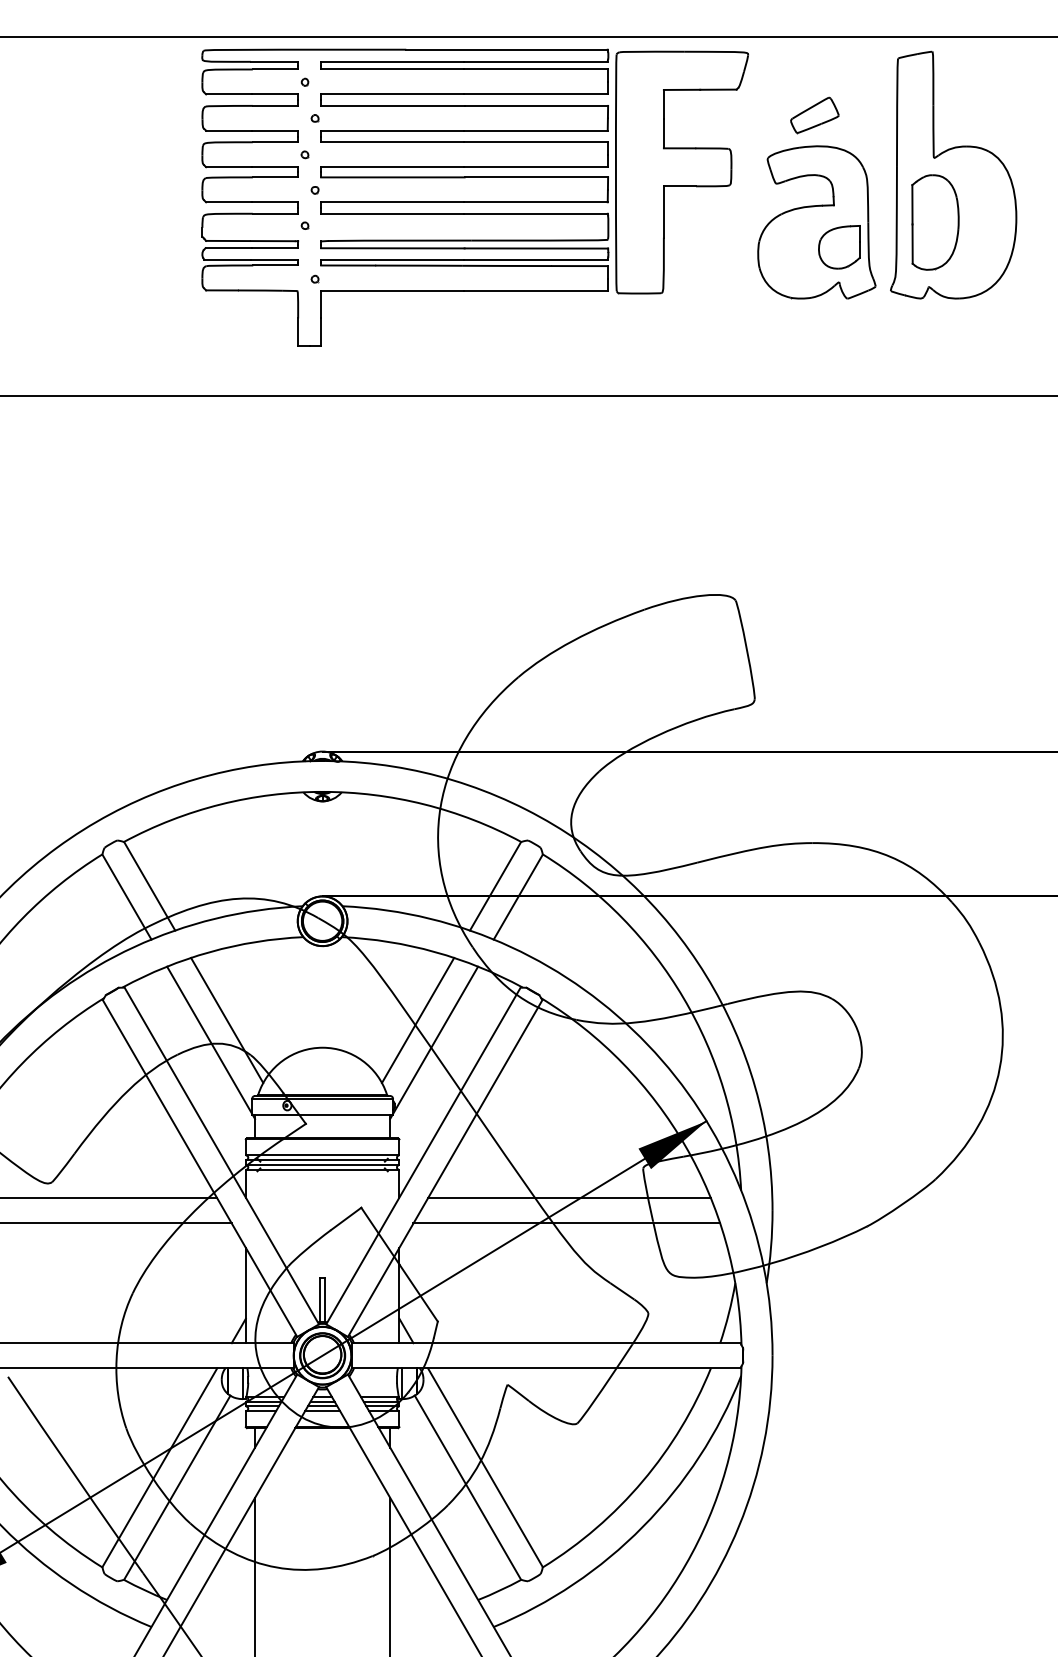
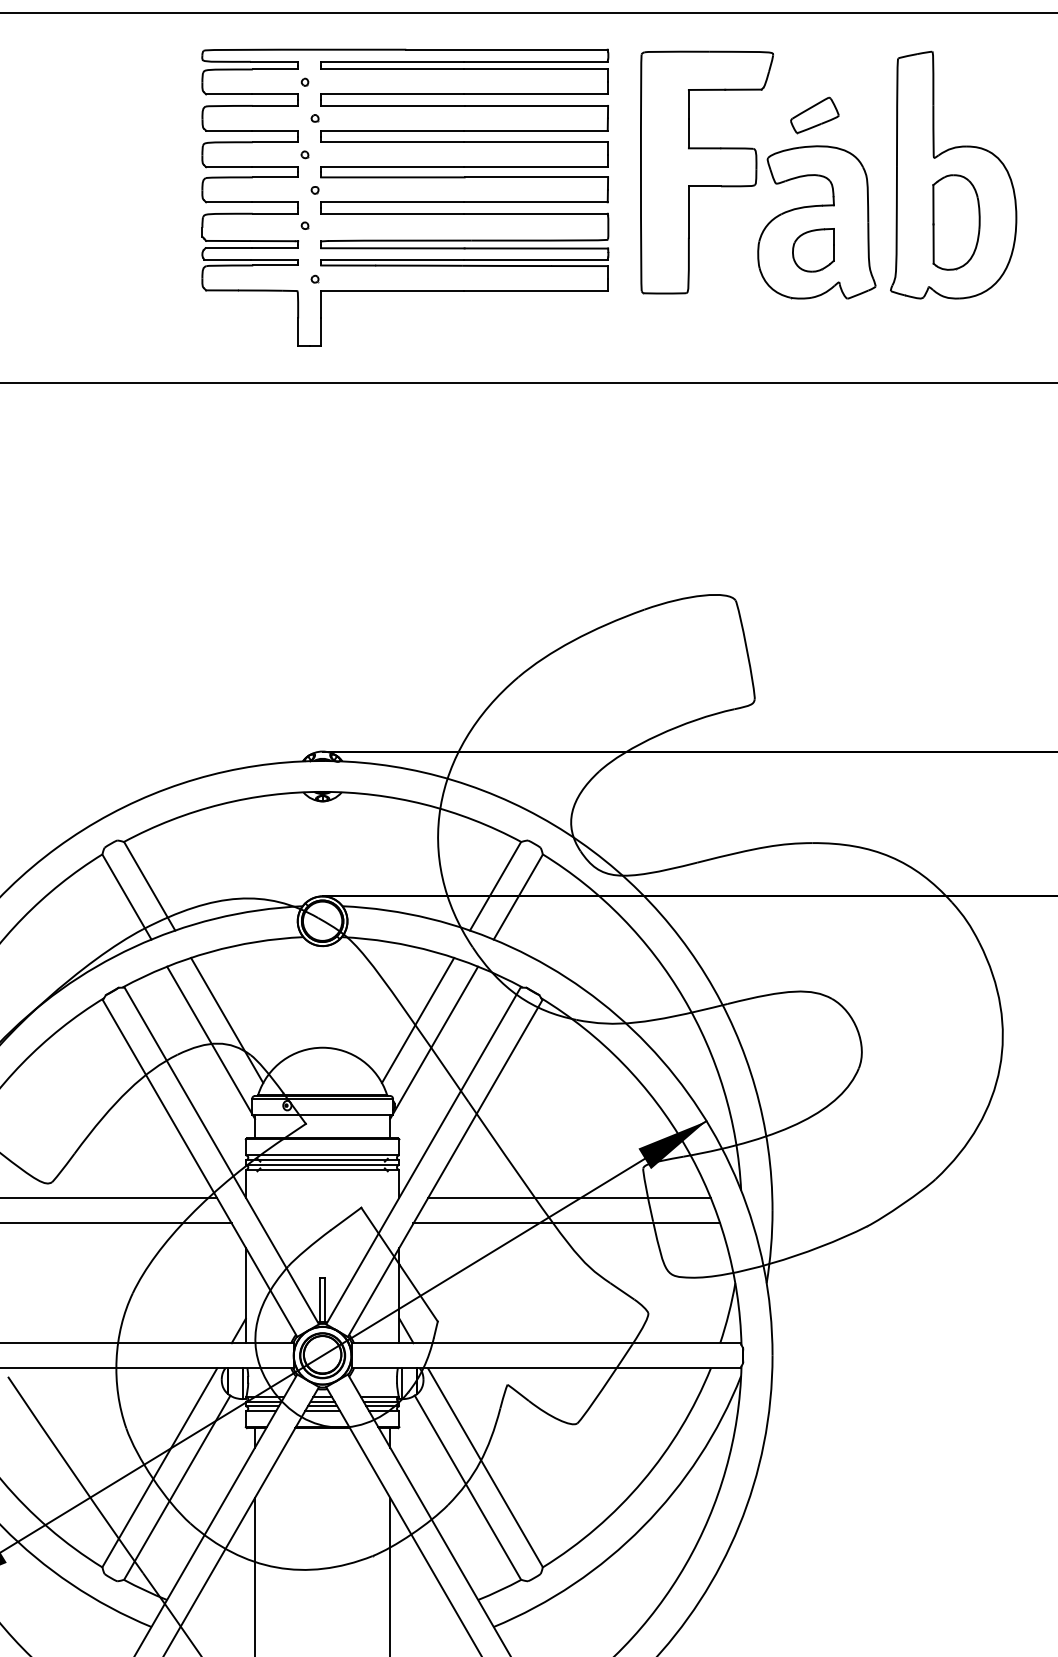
line at (528, 37) position: (528, 37) -> (528, 13)
part at (681, 172) position: (681, 172) -> (706, 172)
part at (935, 222) position: (935, 222) -> (956, 222)
part at (839, 247) position: (839, 247) -> (813, 250)
line at (528, 395) position: (528, 395) -> (528, 382)
